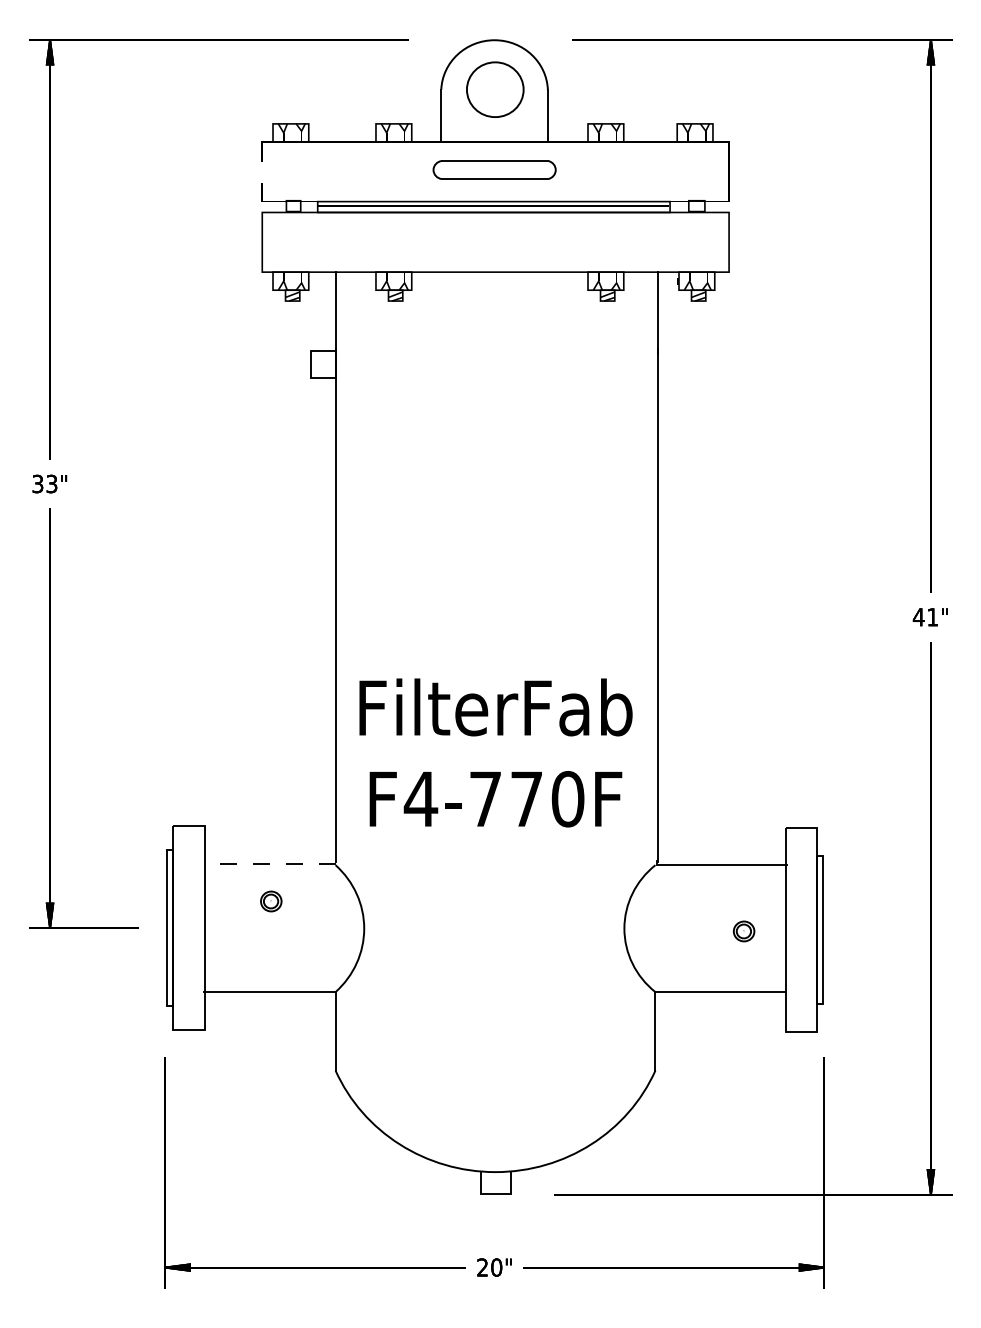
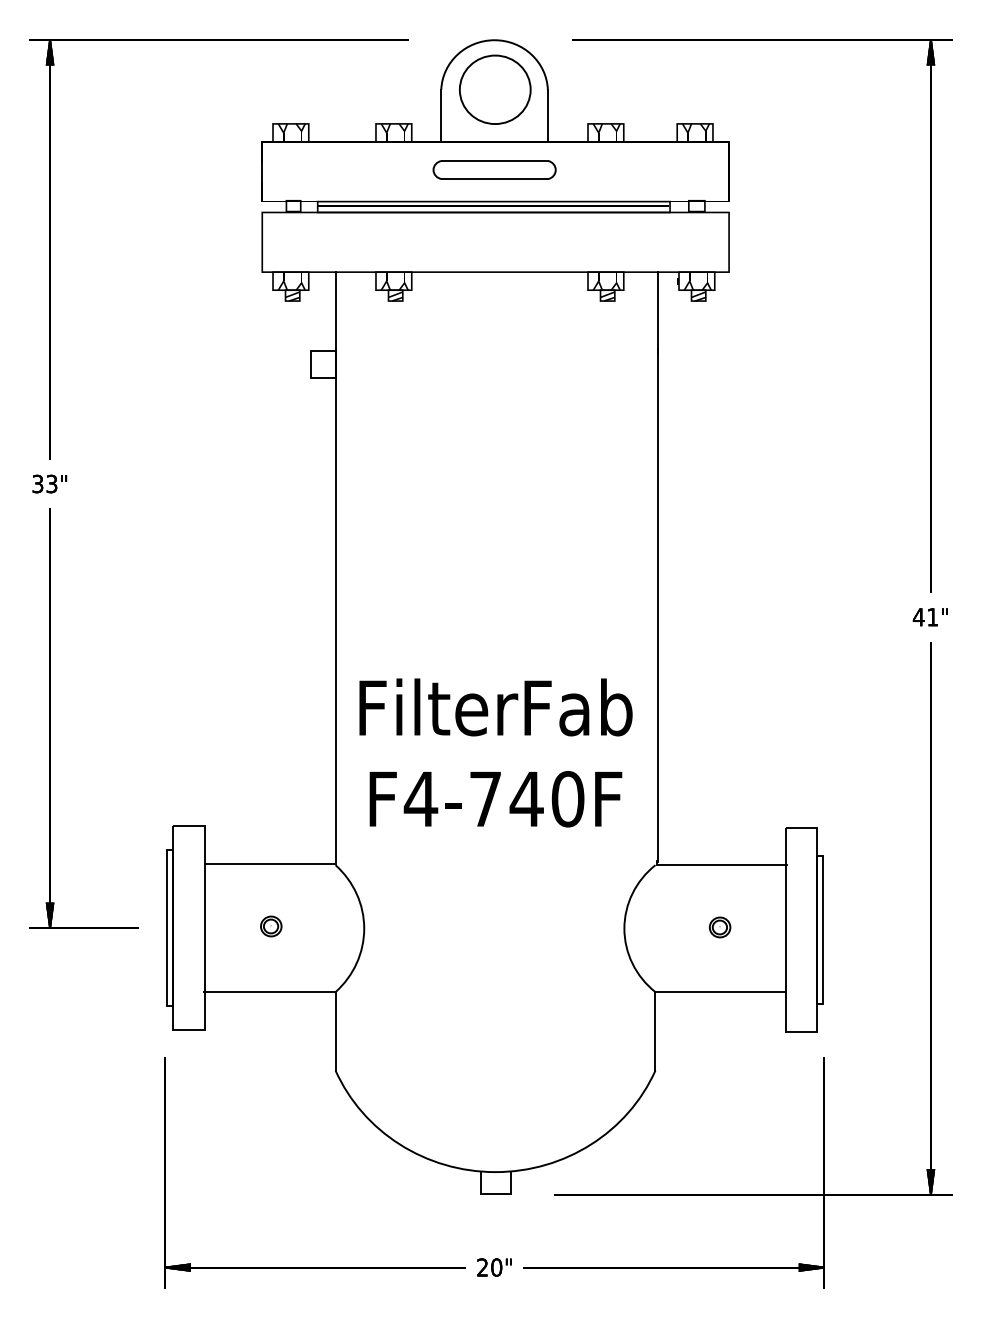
part at (495, 89) size: 59x57 px -> 73x71 px
line at (262, 173): none -> present
text at (526, 798): F4-770F -> F4-740F
line at (269, 864): dashed -> solid
part at (271, 901) position: (271, 901) -> (271, 926)
part at (744, 931) position: (744, 931) -> (720, 927)
